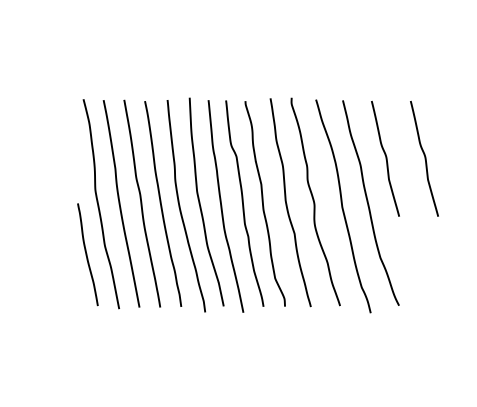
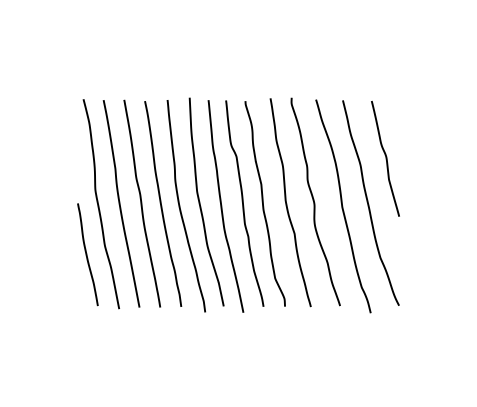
curve at (424, 158): present -> none
